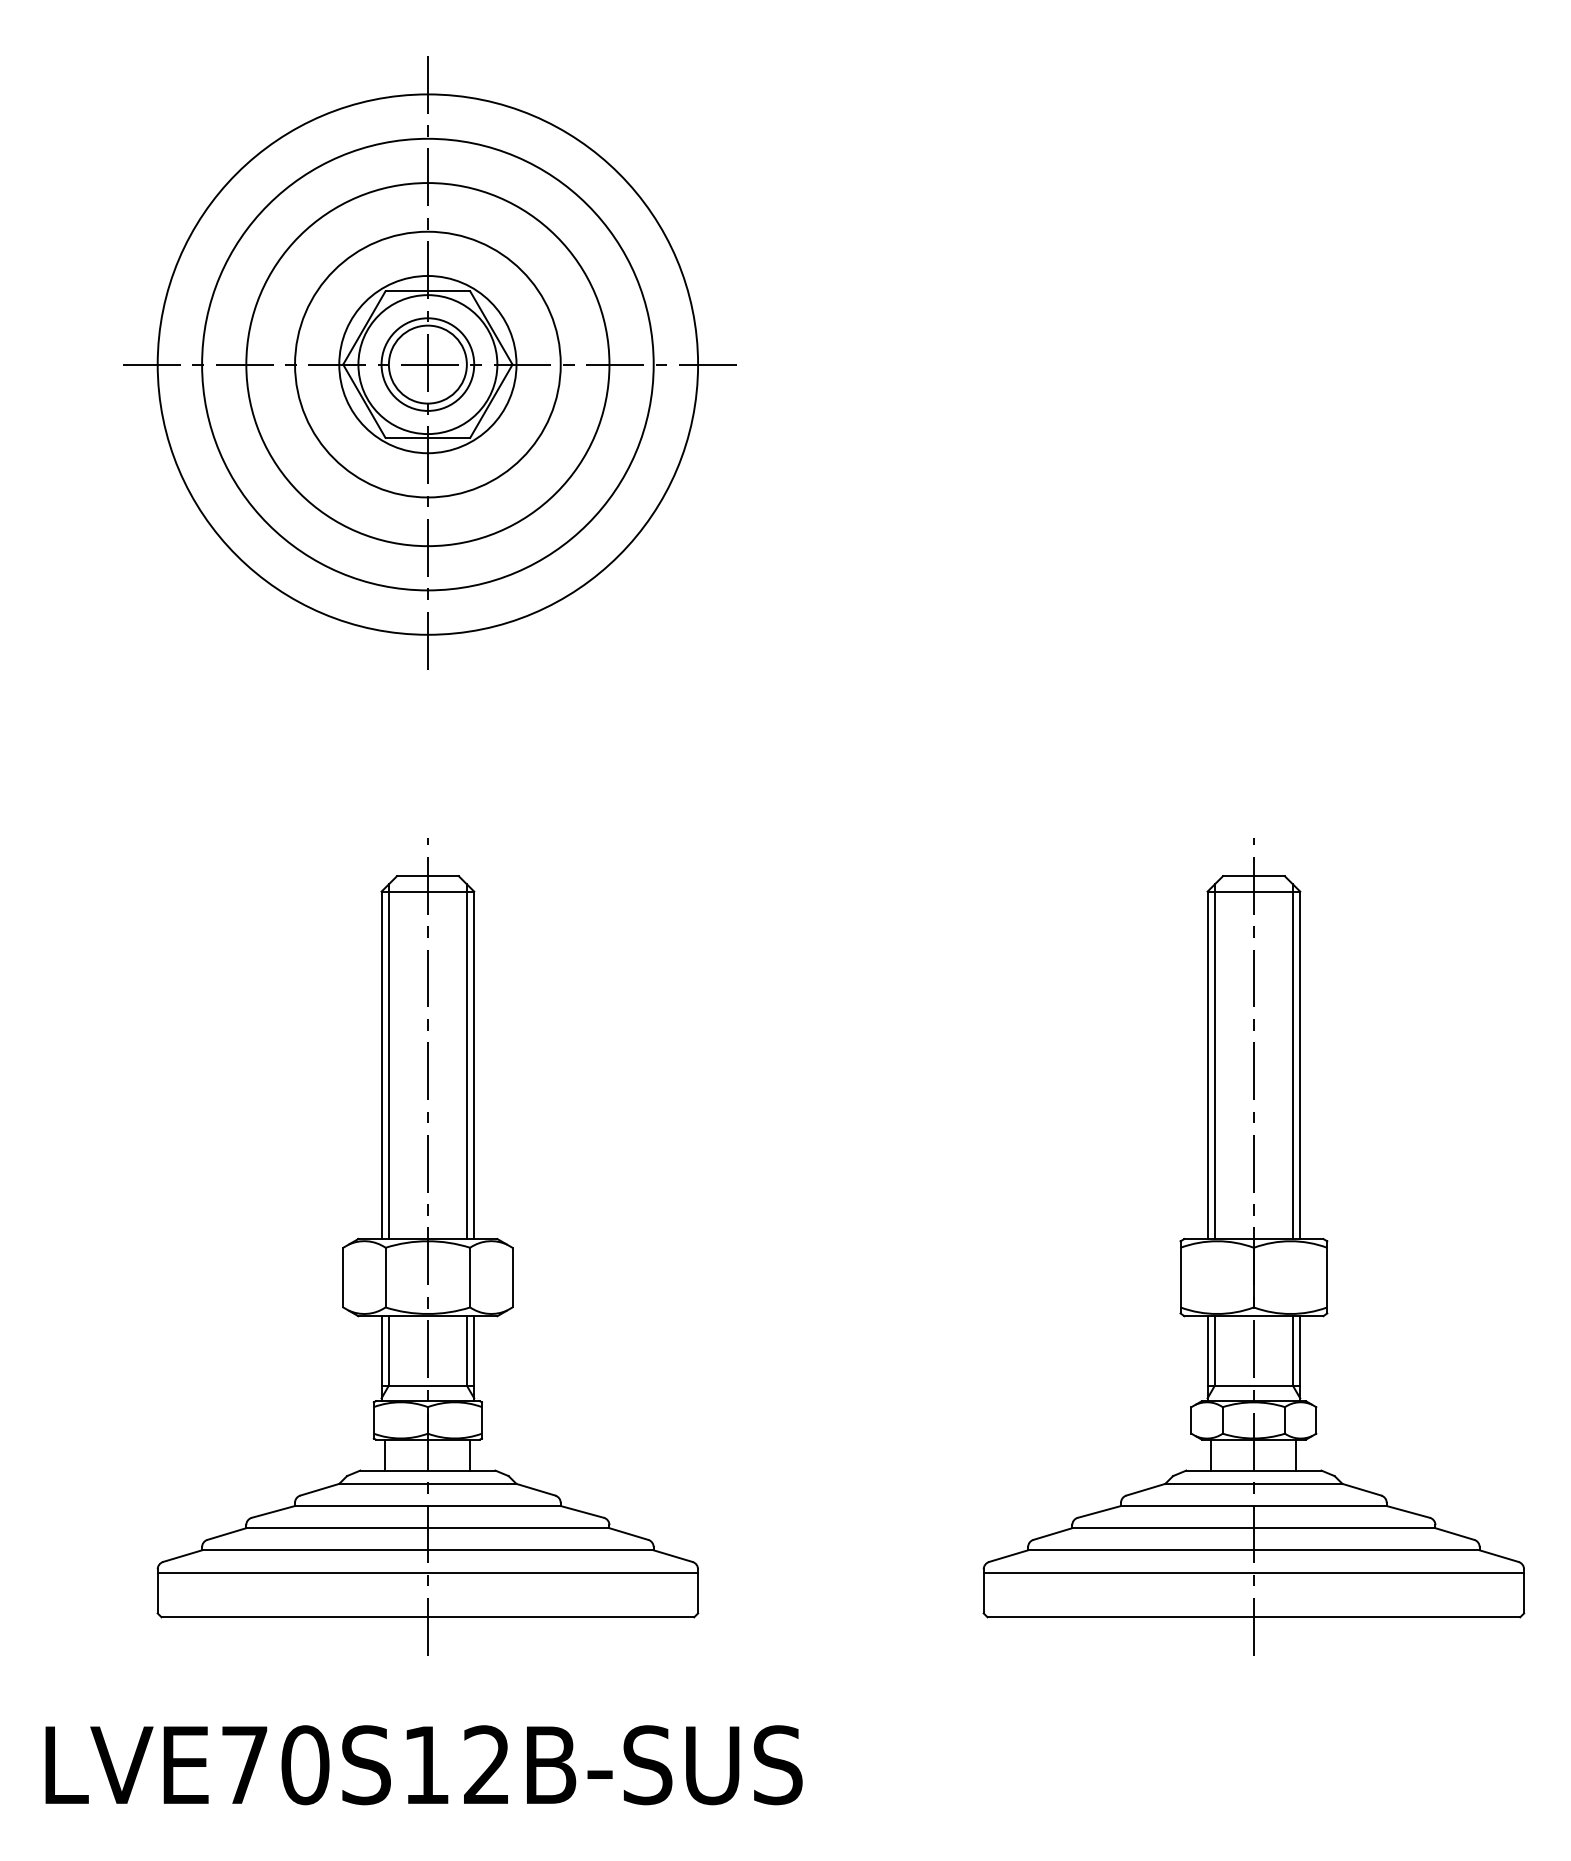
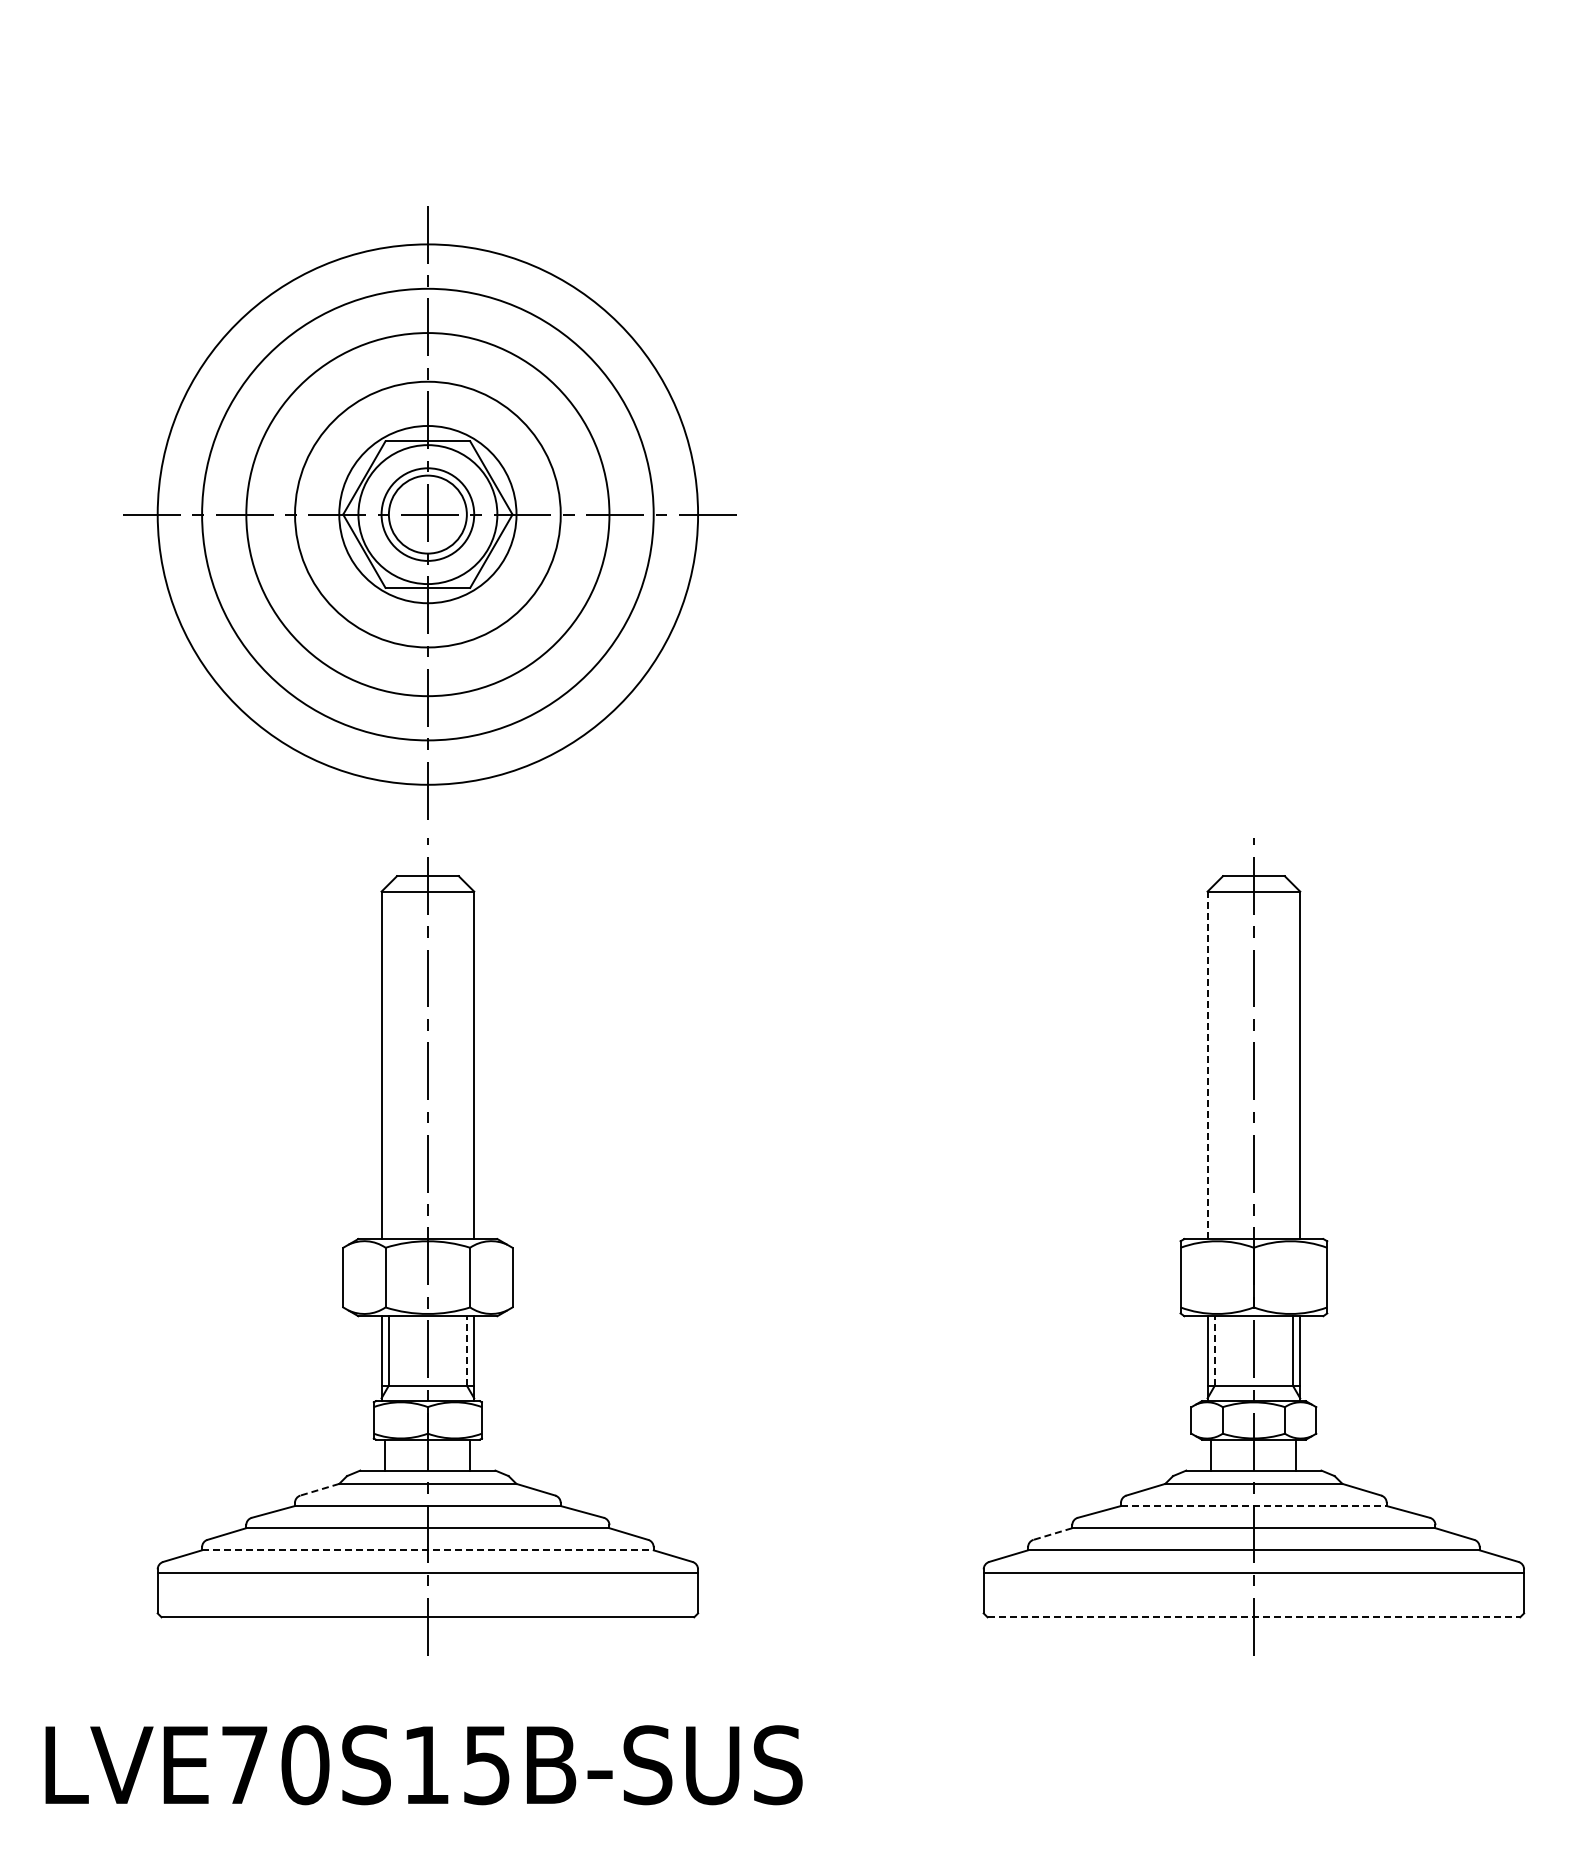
part at (429, 362) position: (429, 362) -> (429, 512)
line at (388, 1061): present -> none
line at (466, 1061): present -> none
line at (1214, 1061): present -> none
line at (1292, 1061): present -> none
line at (1207, 1065): solid -> dashed
line at (466, 1350): solid -> dashed
line at (1214, 1350): solid -> dashed
line at (319, 1489): solid -> dashed
line at (1253, 1506): solid -> dashed
line at (1052, 1534): solid -> dashed
line at (427, 1550): solid -> dashed
line at (1254, 1617): solid -> dashed
text at (486, 1765): LVE70S12B-SUS -> LVE70S15B-SUS
